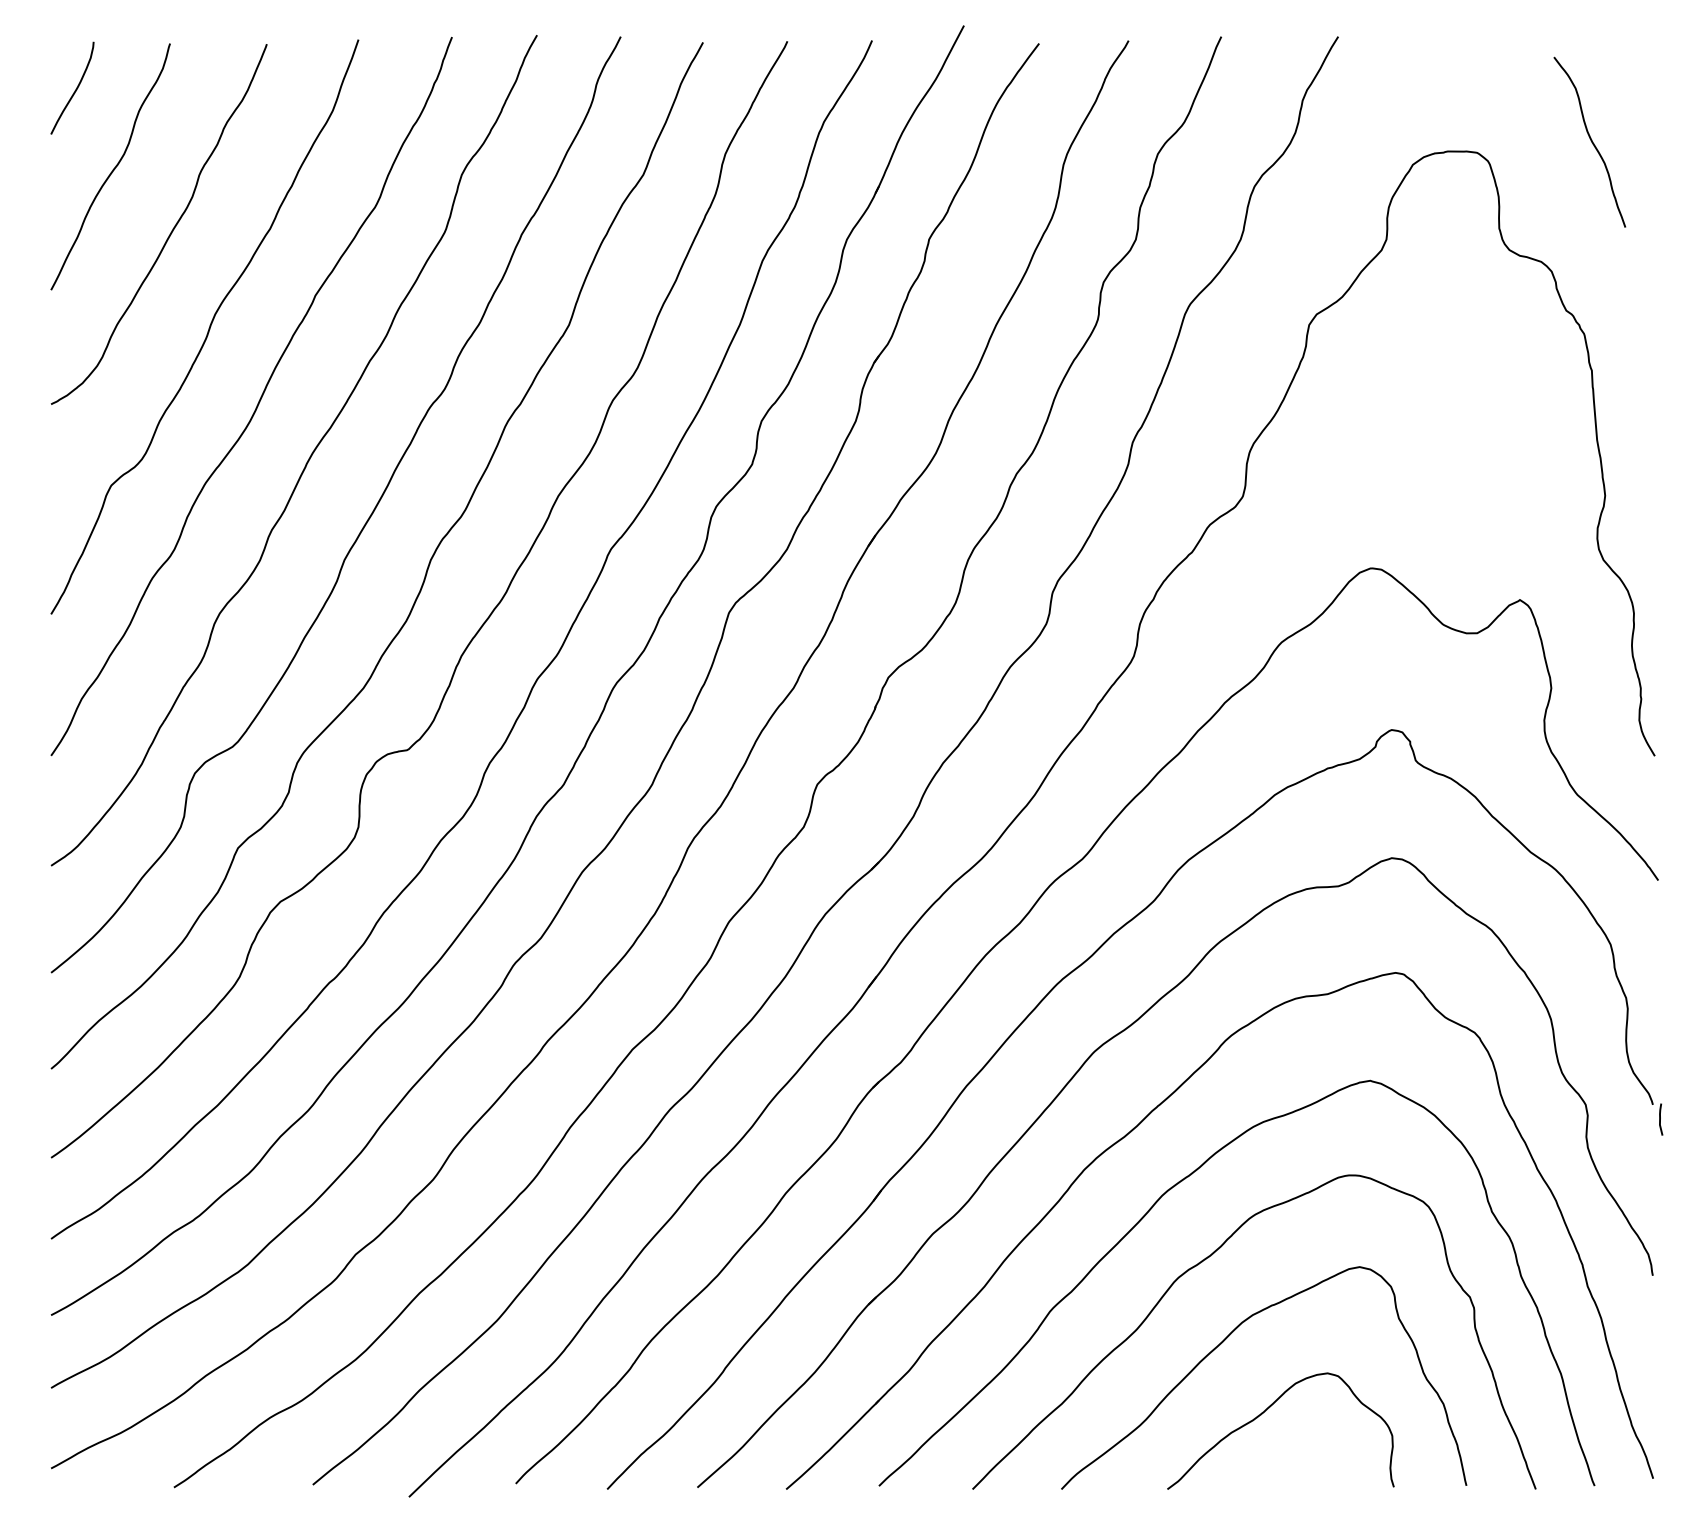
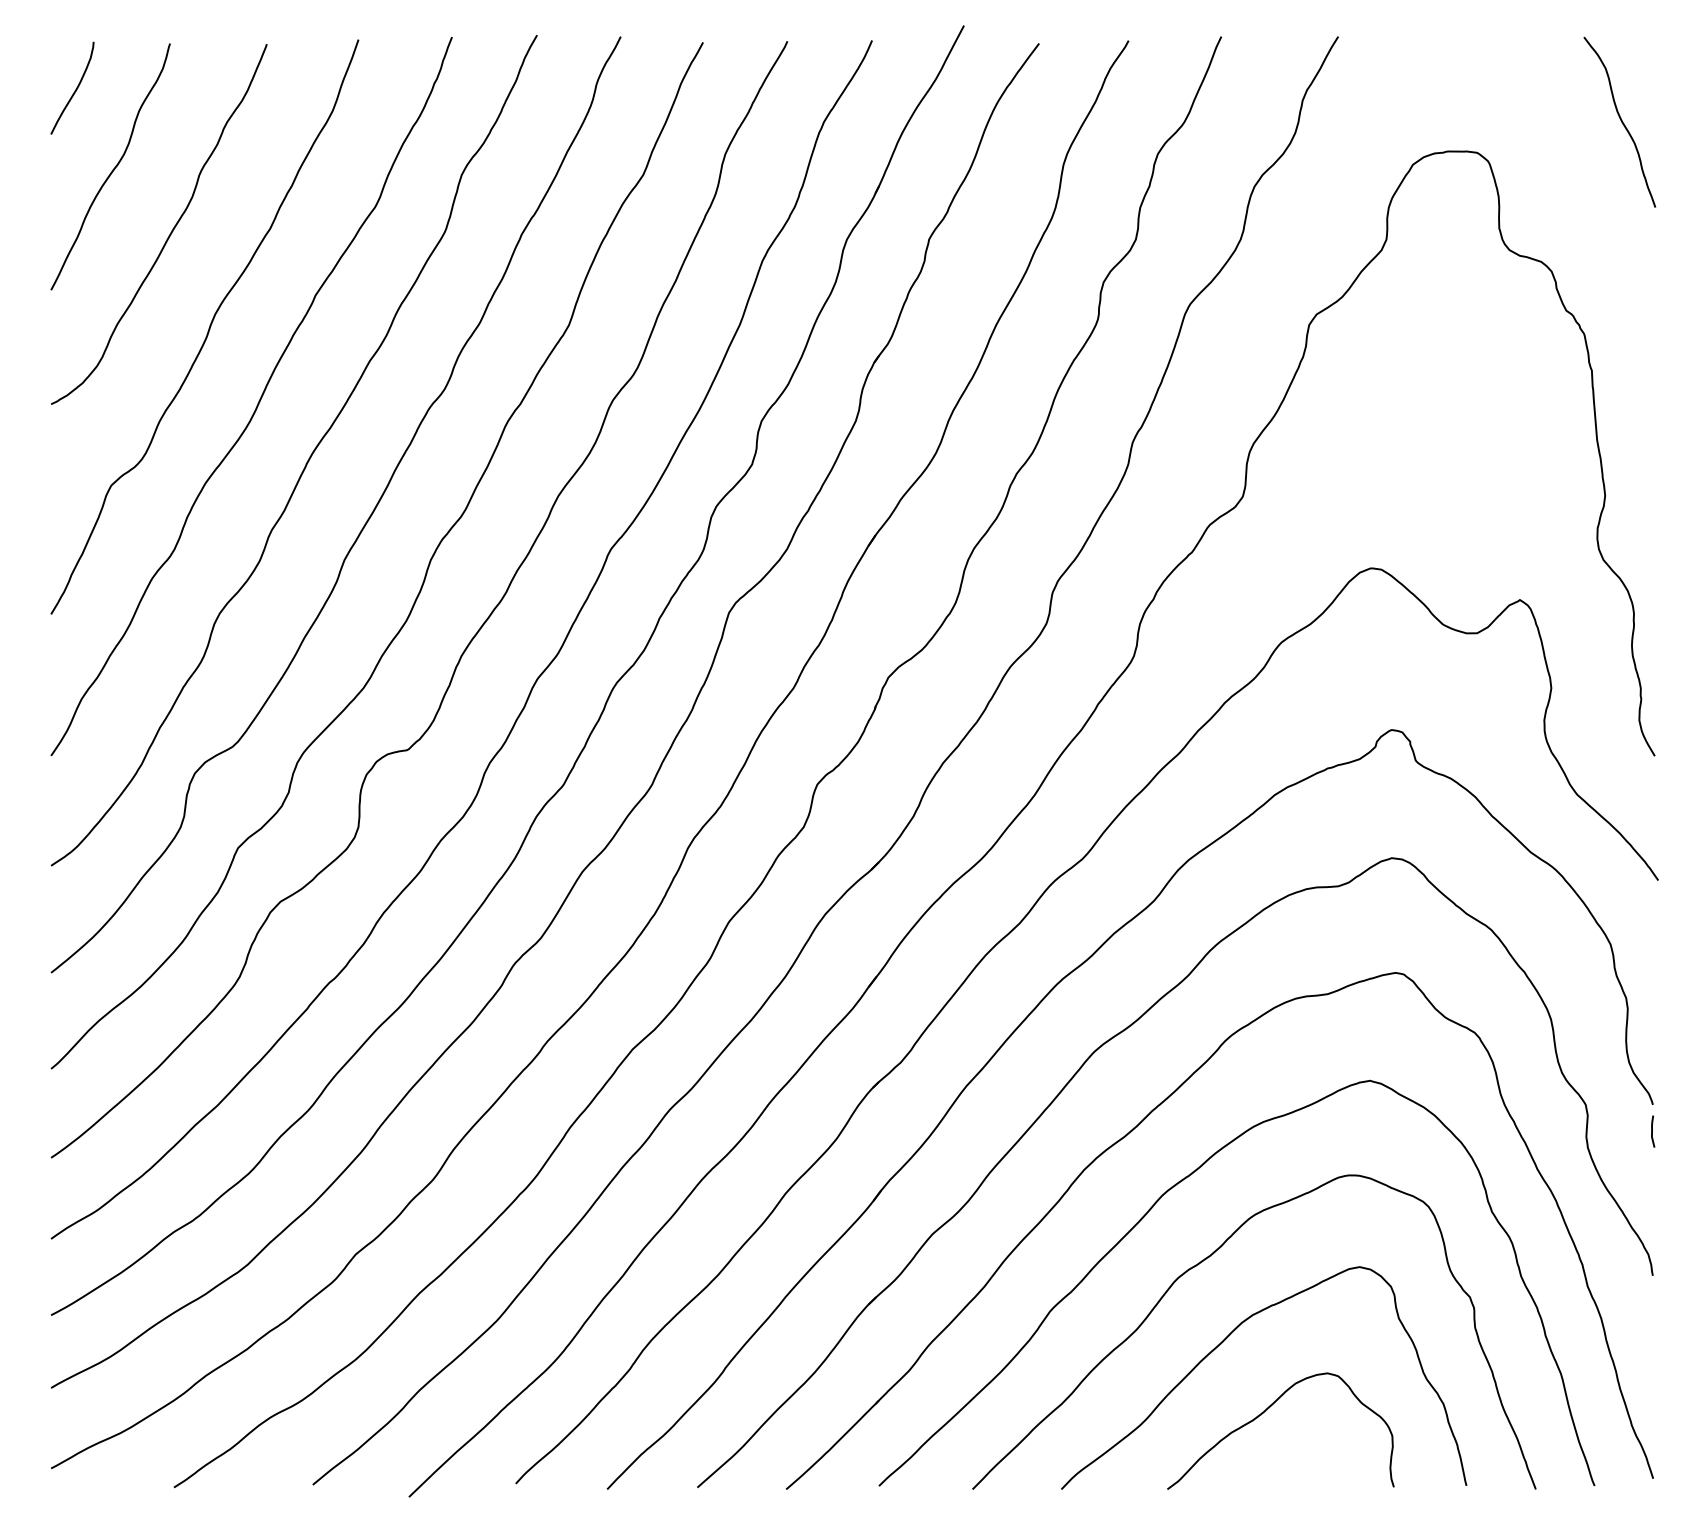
curve at (1590, 140) position: (1590, 140) -> (1620, 120)
curve at (1660, 1119) position: (1660, 1119) -> (1652, 1131)
